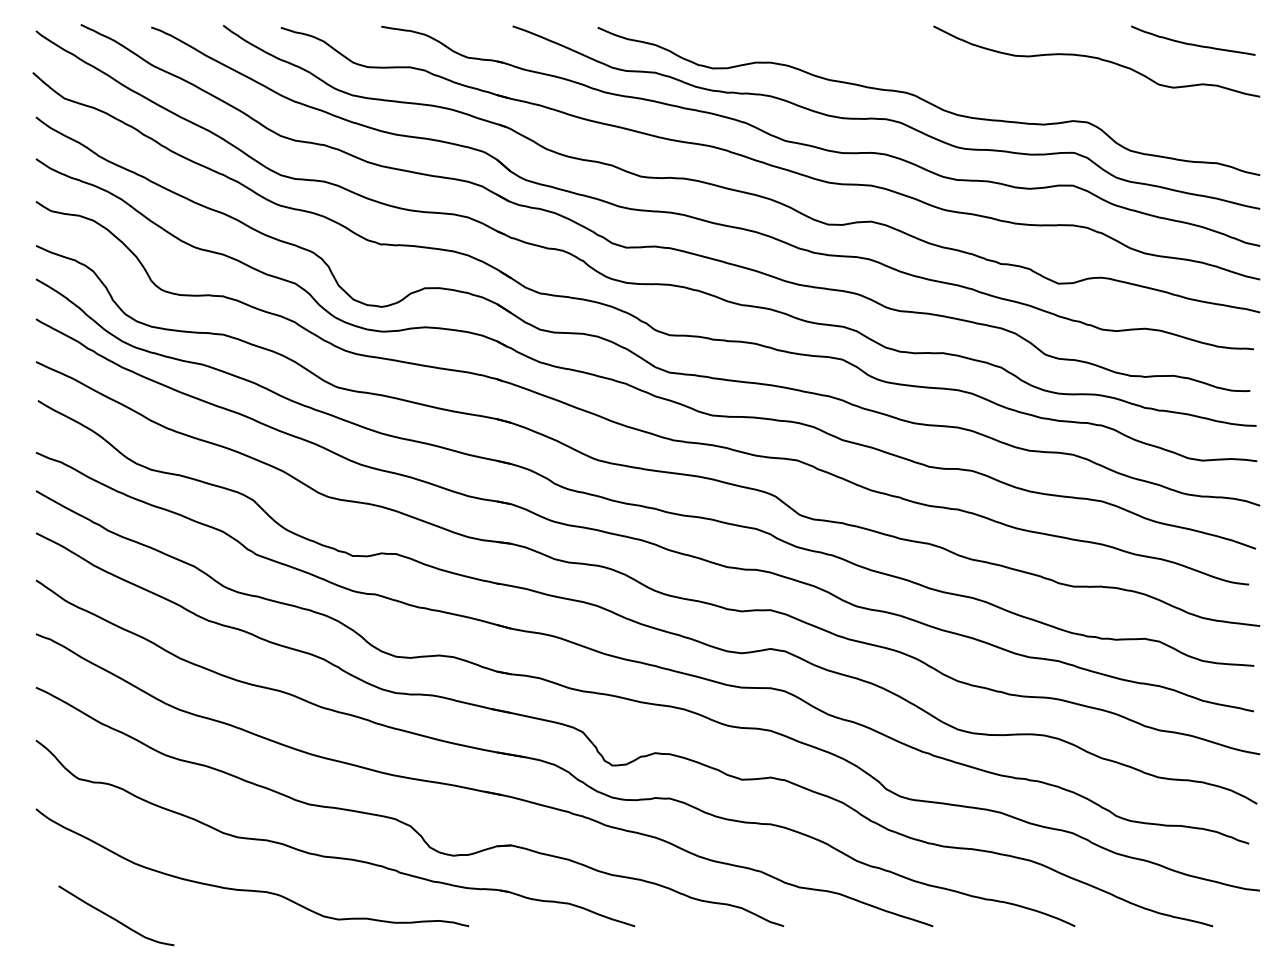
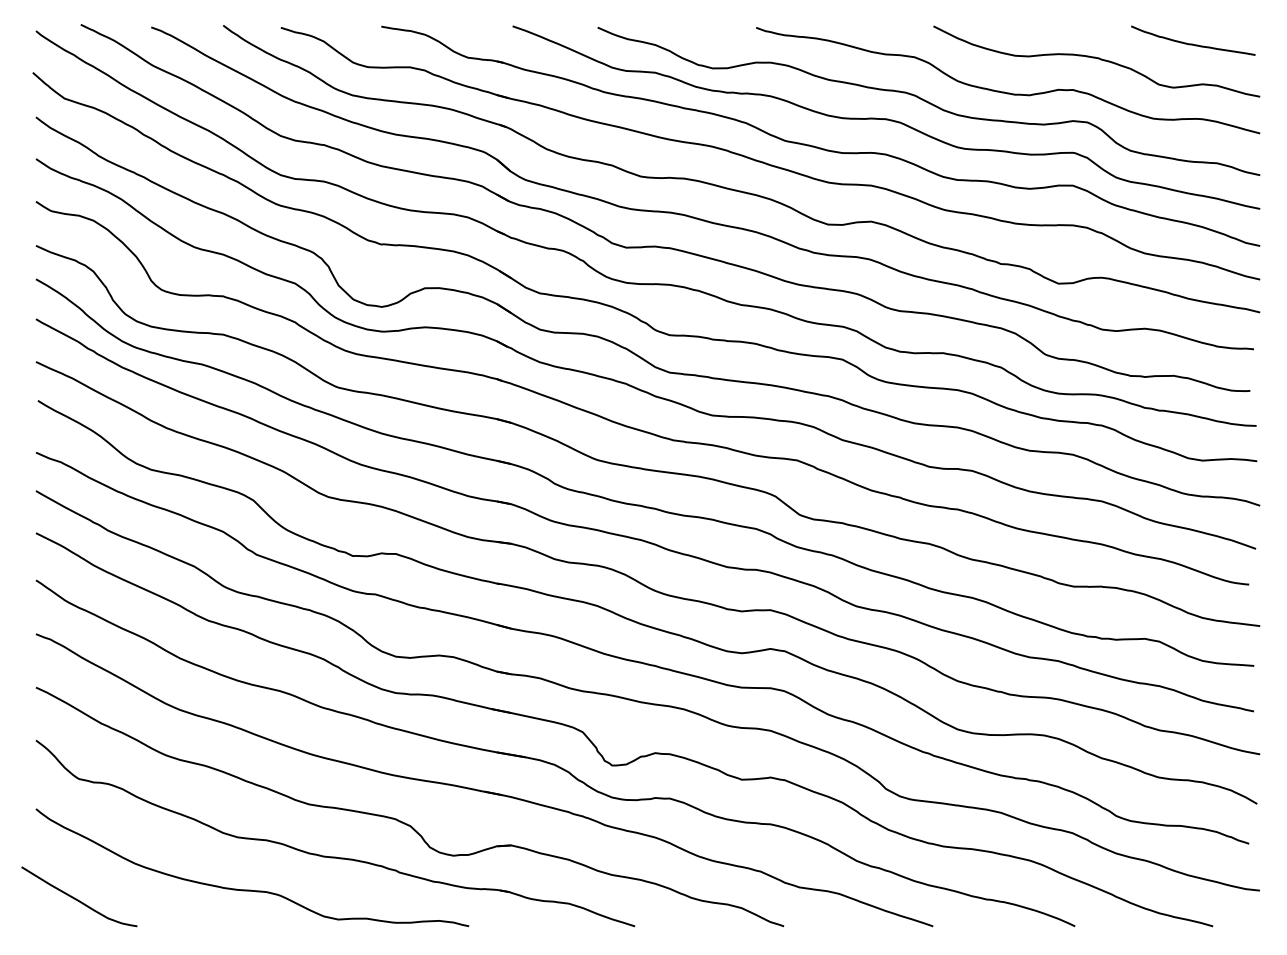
curve at (1004, 91): none -> present
curve at (115, 918) position: (115, 918) -> (78, 899)
